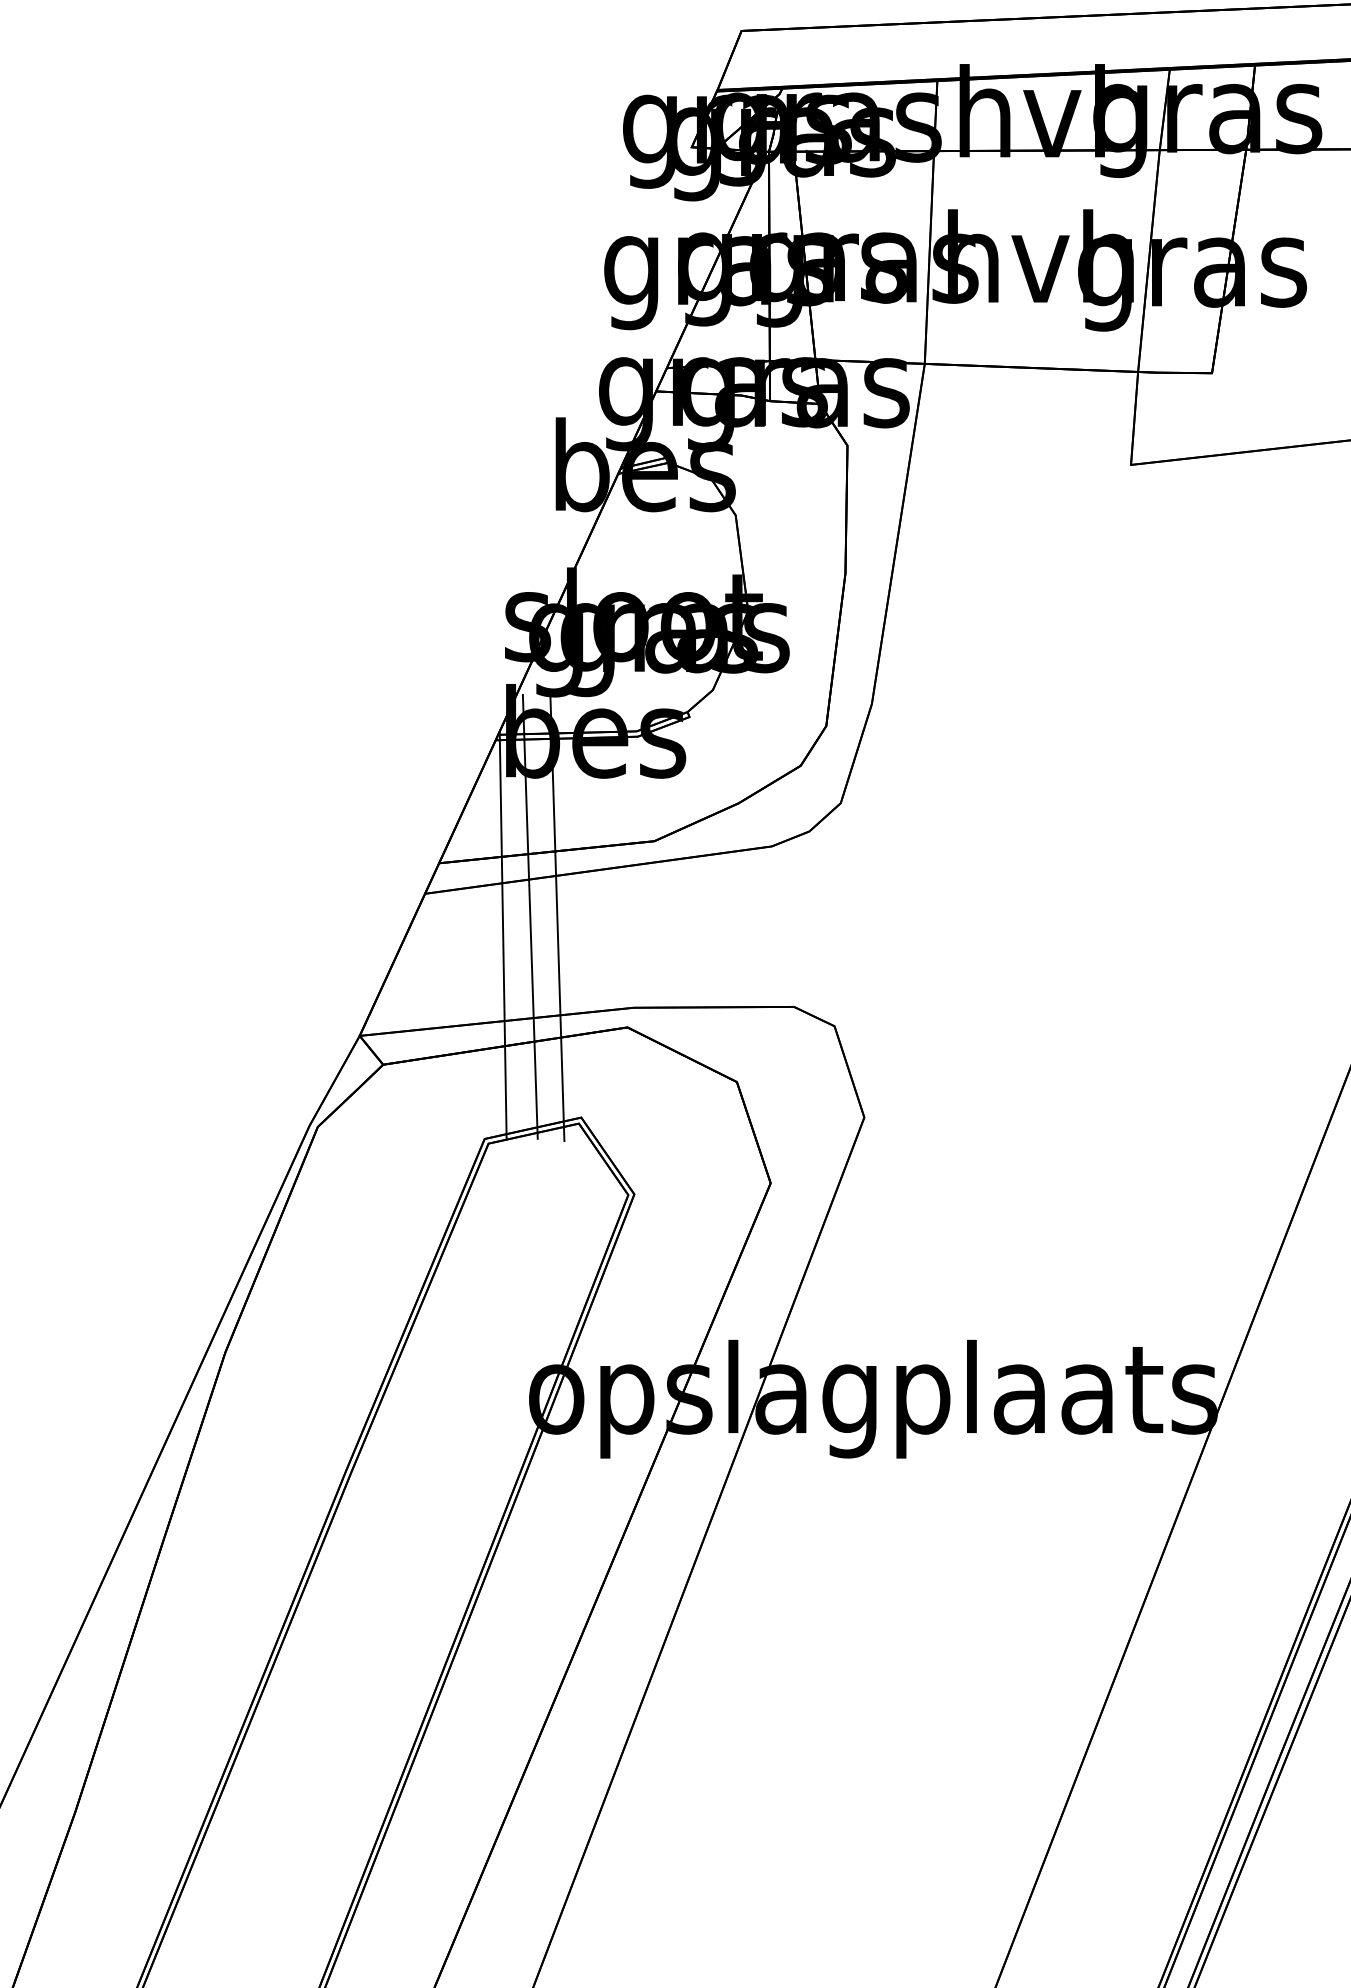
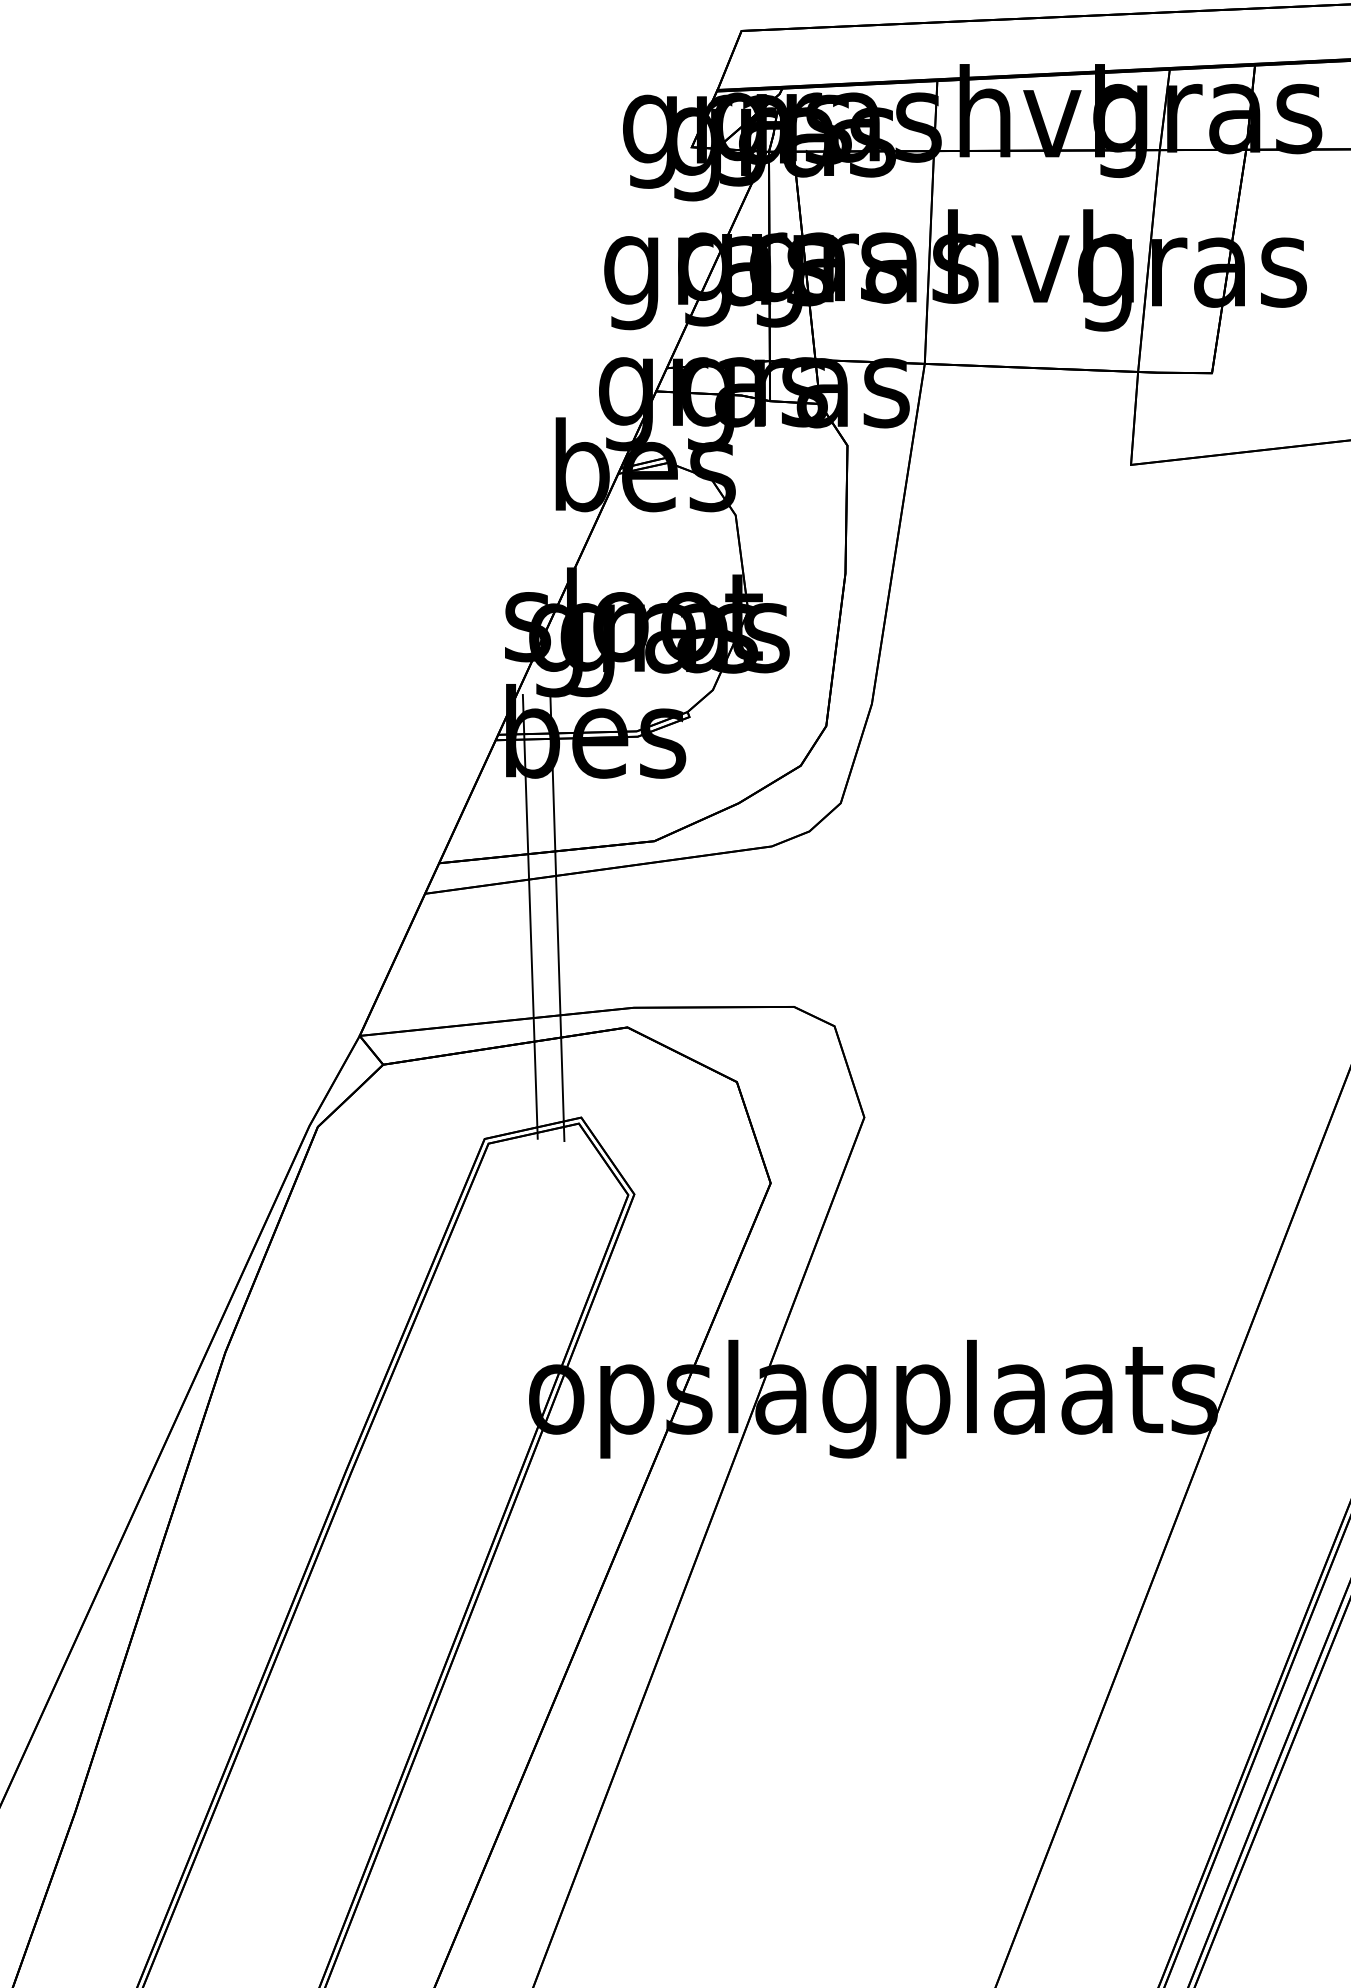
line at (502, 935): present -> none
